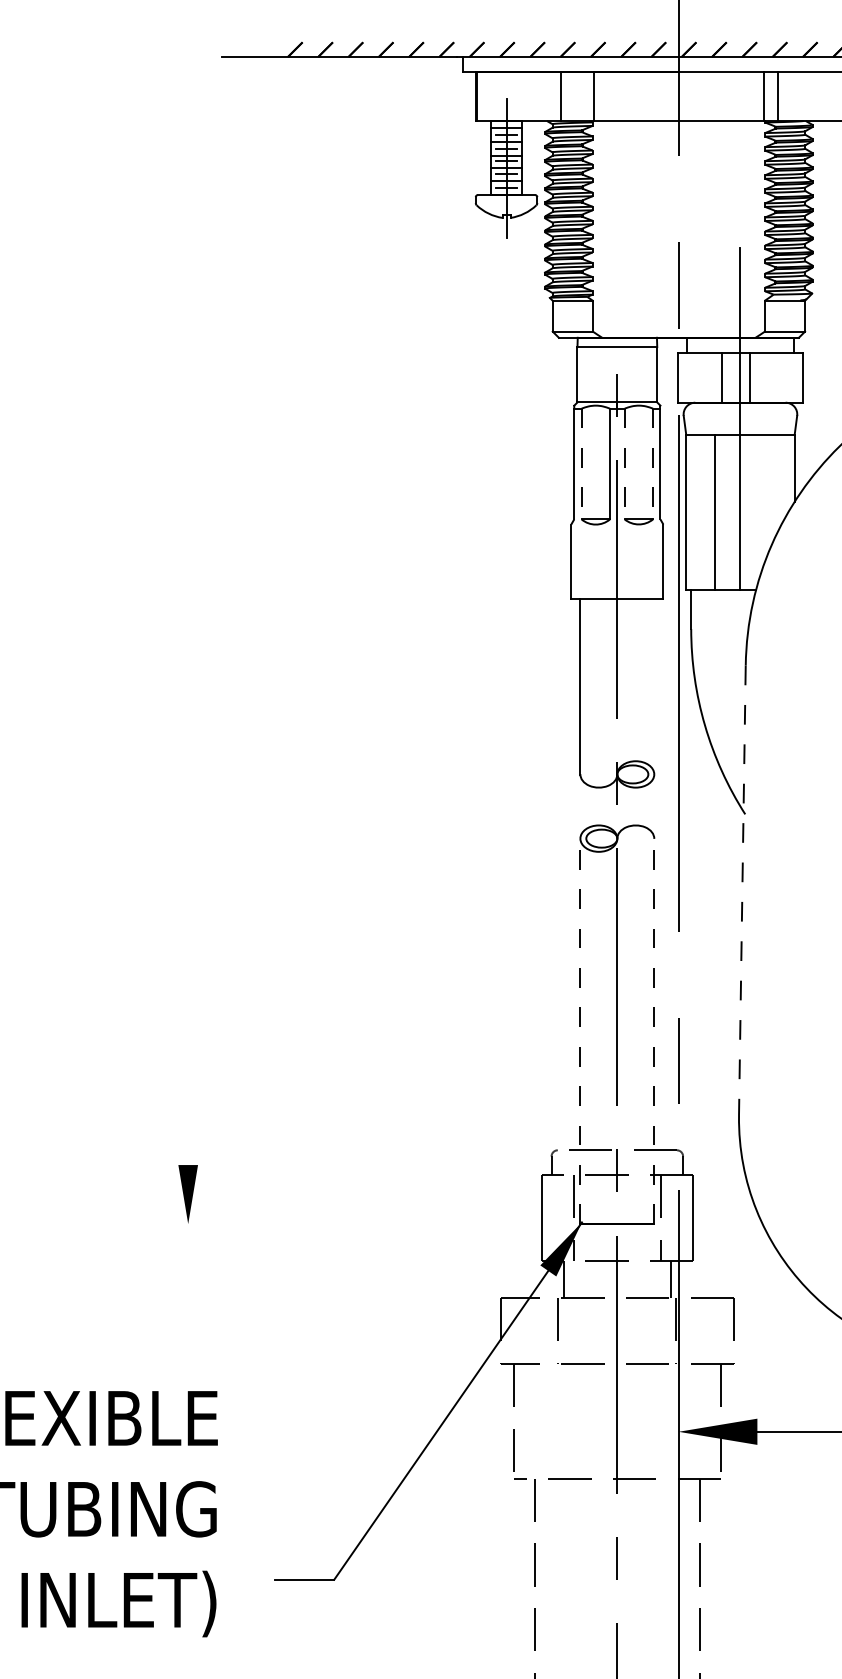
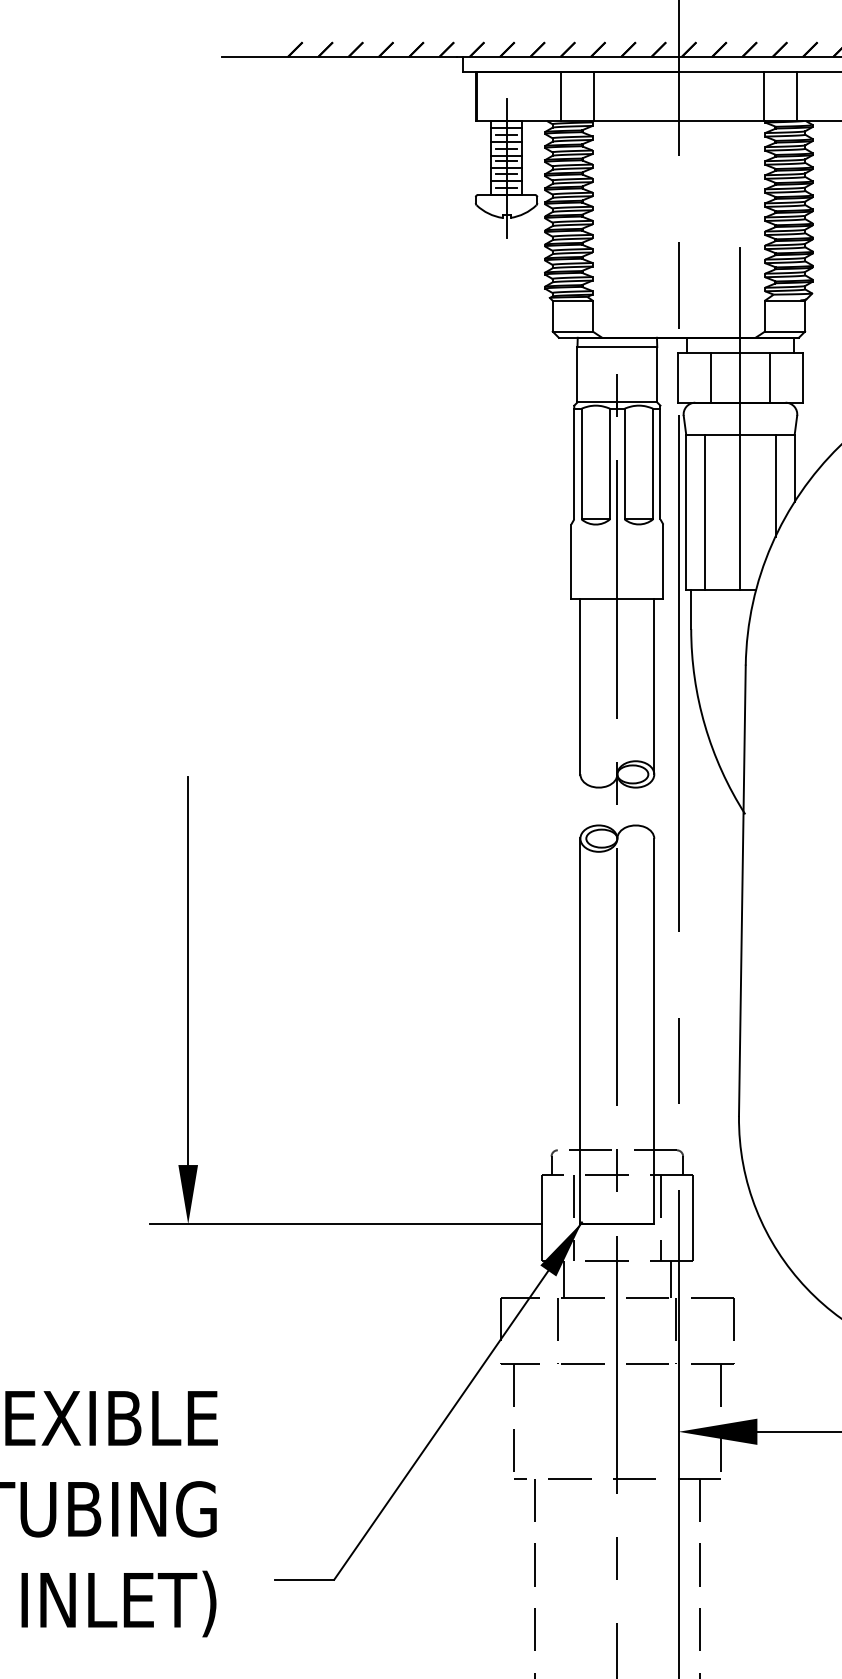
line at (777, 96) position: (777, 96) -> (796, 96)
line at (722, 377) position: (722, 377) -> (711, 377)
line at (749, 377) position: (749, 377) -> (769, 377)
line at (581, 464): dashed -> solid
line at (624, 464): dashed -> solid
line at (653, 464): dashed -> solid
line at (775, 485): none -> present
line at (715, 511) position: (715, 511) -> (705, 511)
line at (654, 686): none -> present
line at (742, 891): dashed -> solid
line at (188, 974): none -> present
line at (580, 1031): dashed -> solid
line at (654, 1031): dashed -> solid
line at (346, 1224): none -> present
